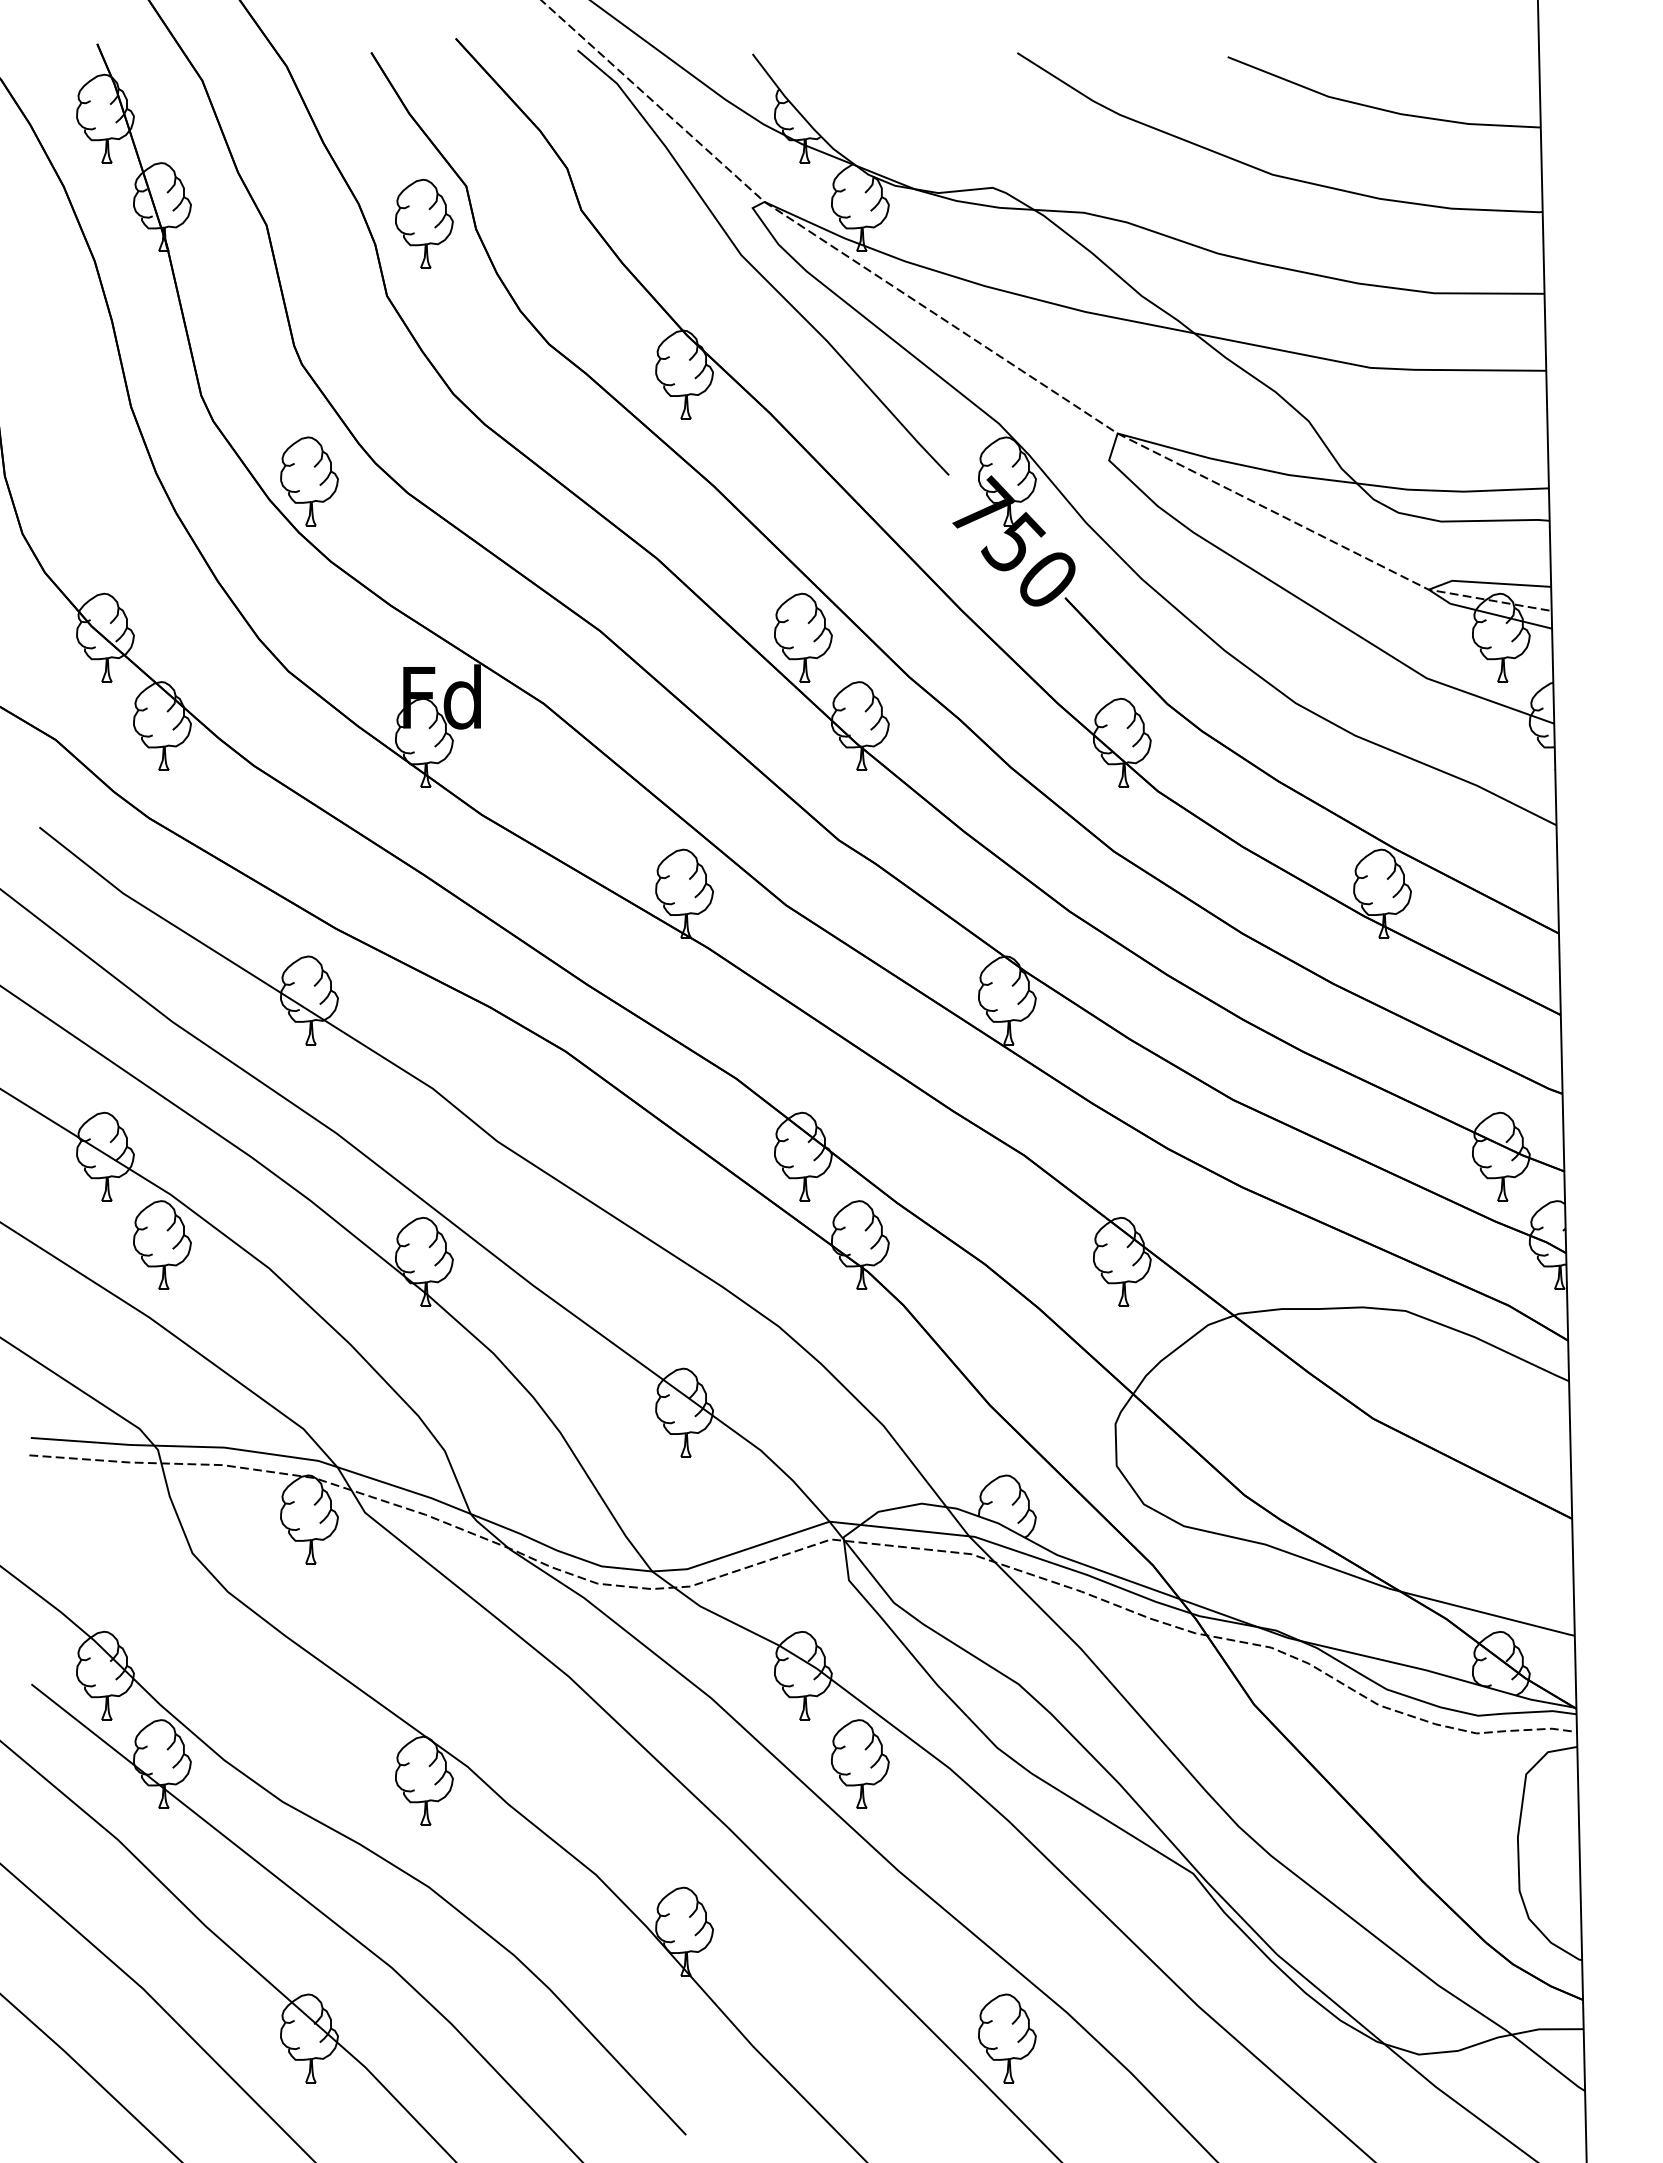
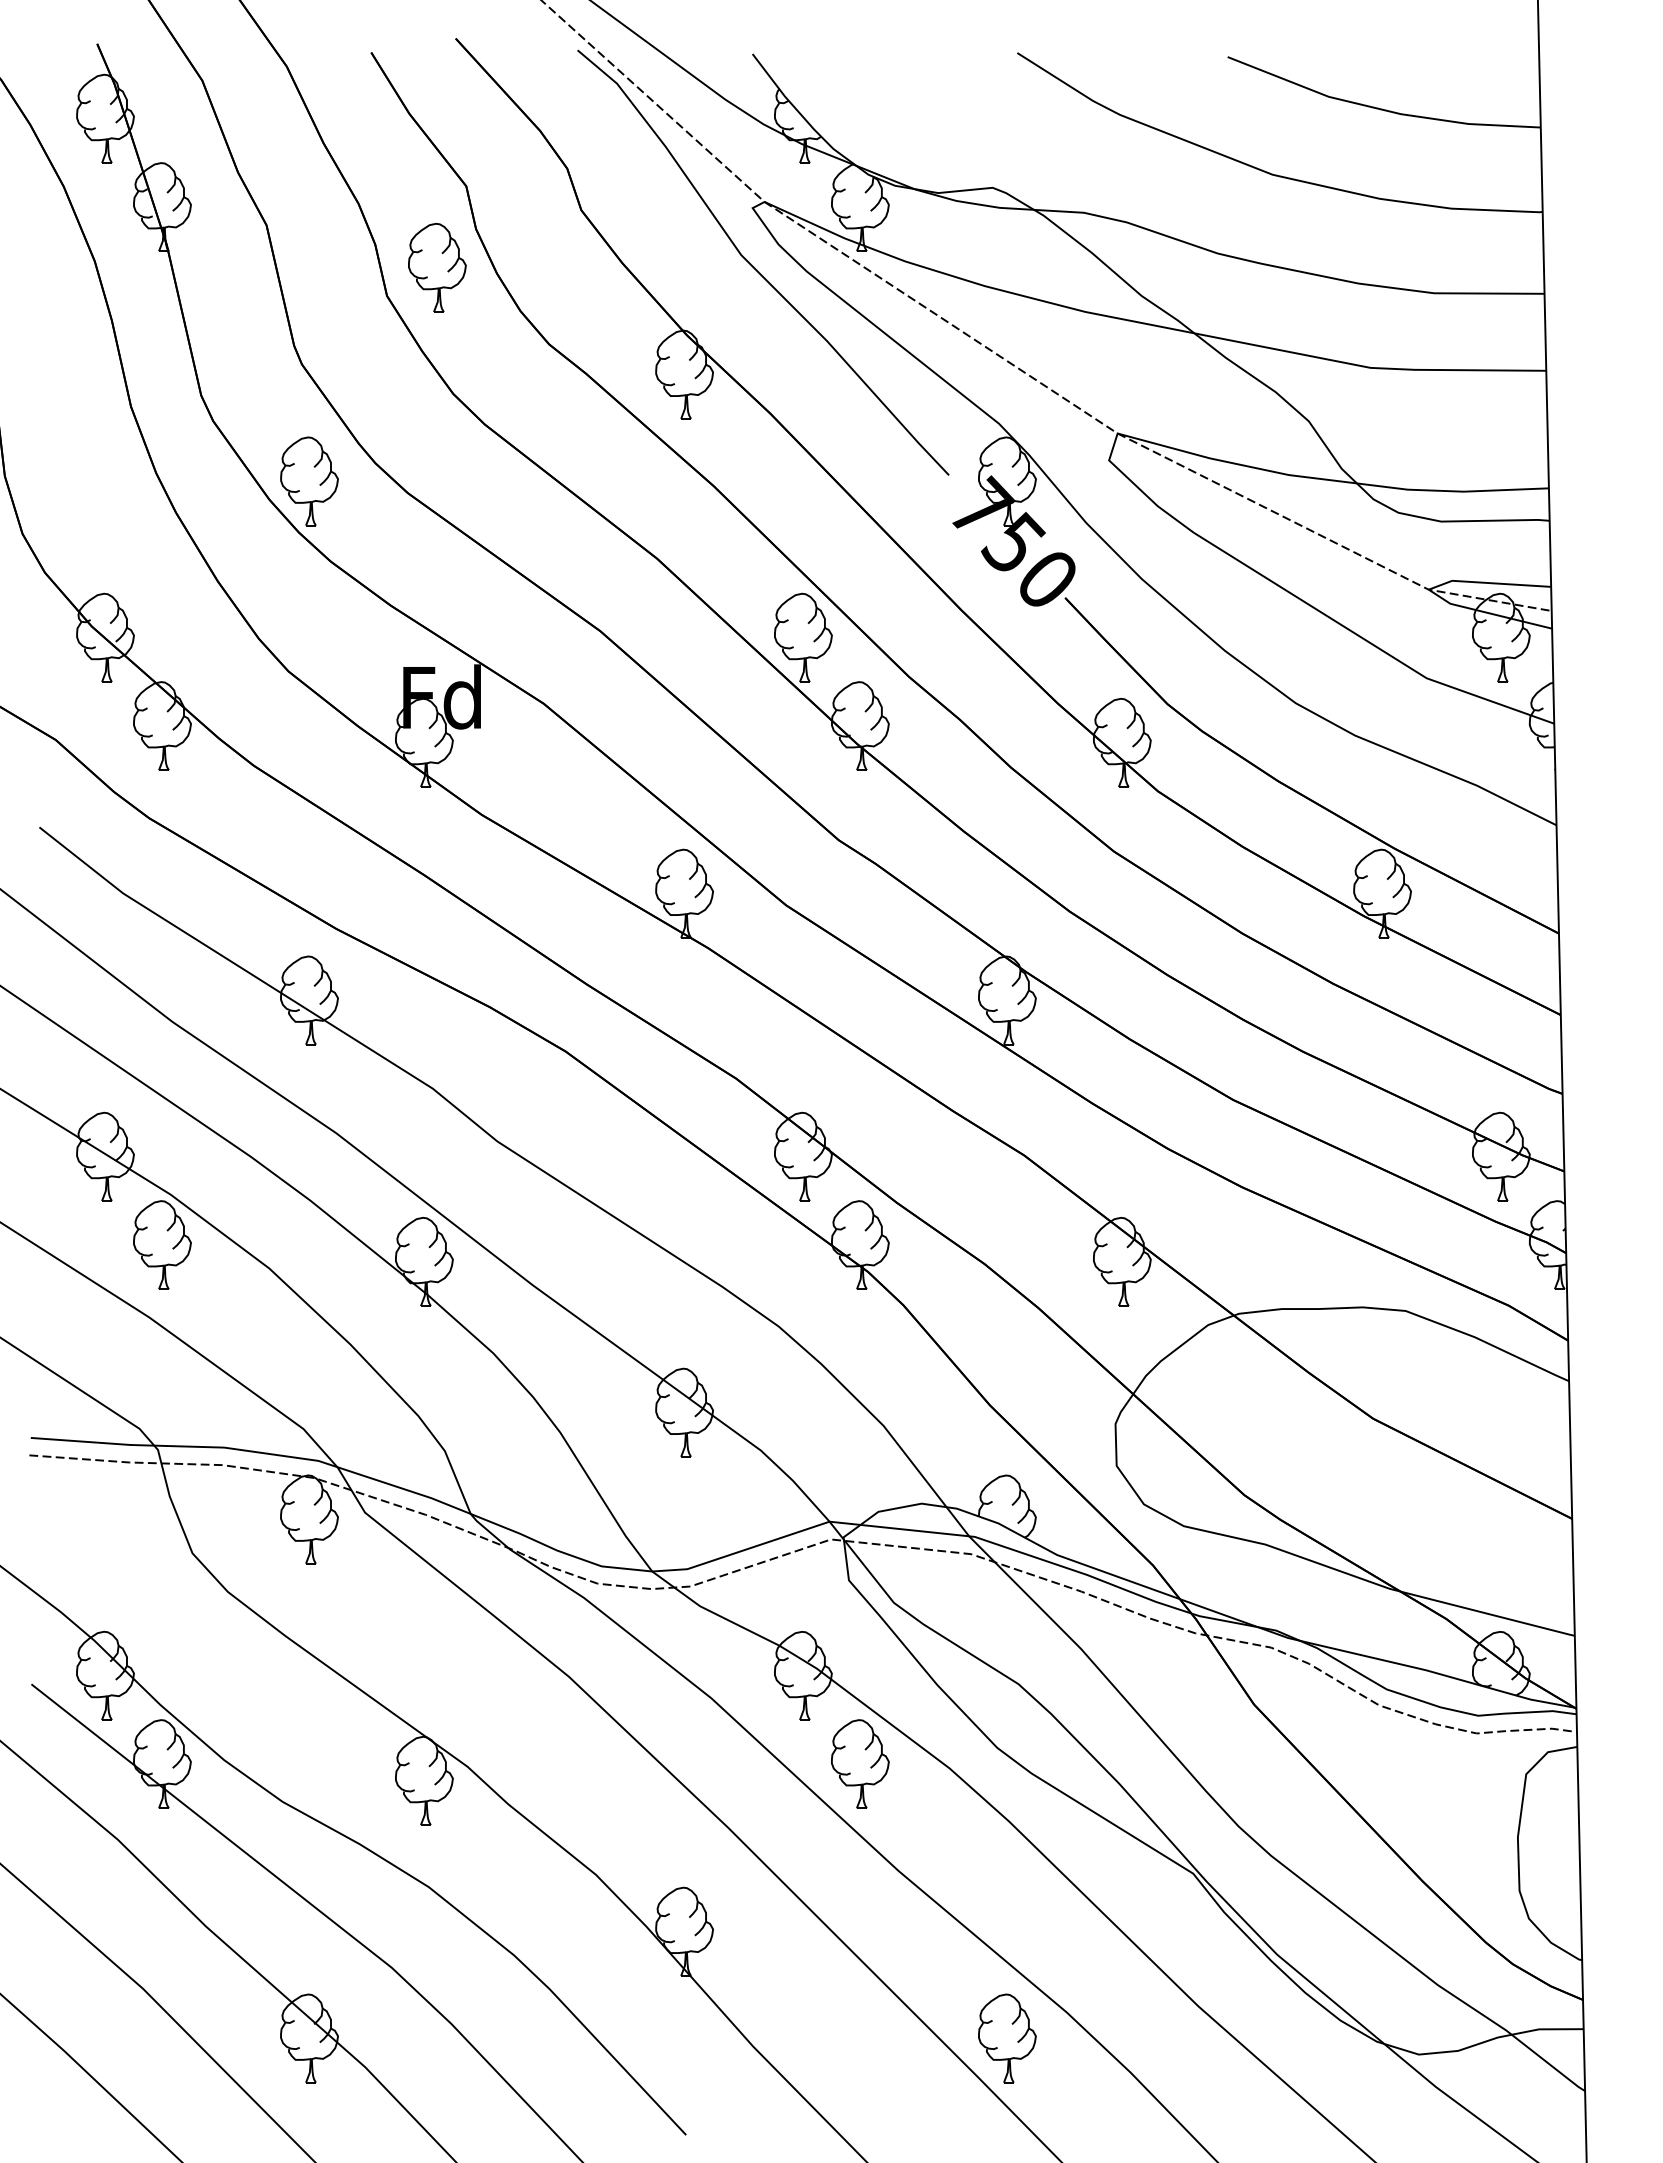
part at (424, 223) position: (424, 223) -> (437, 267)
